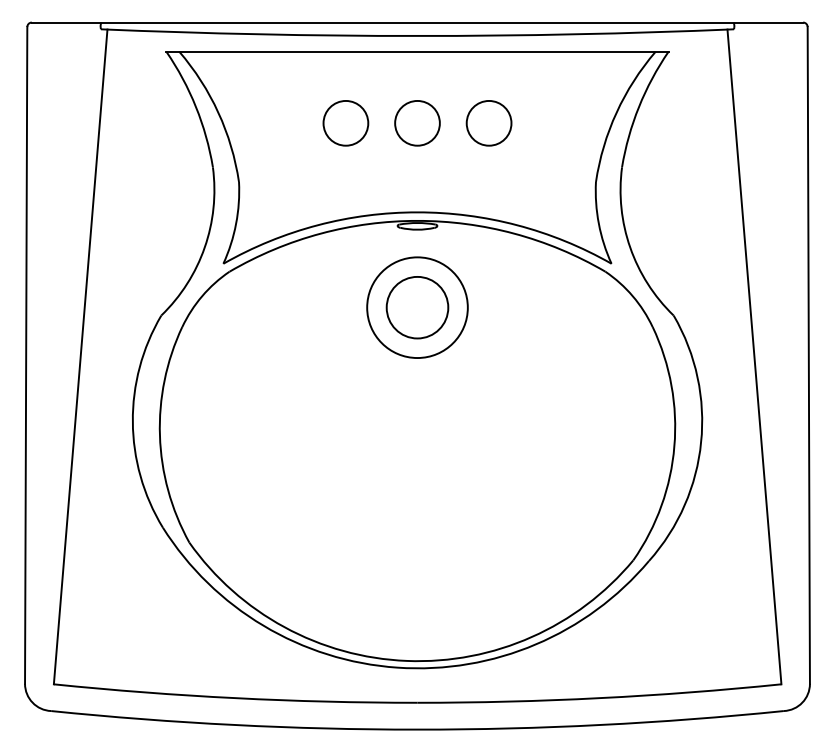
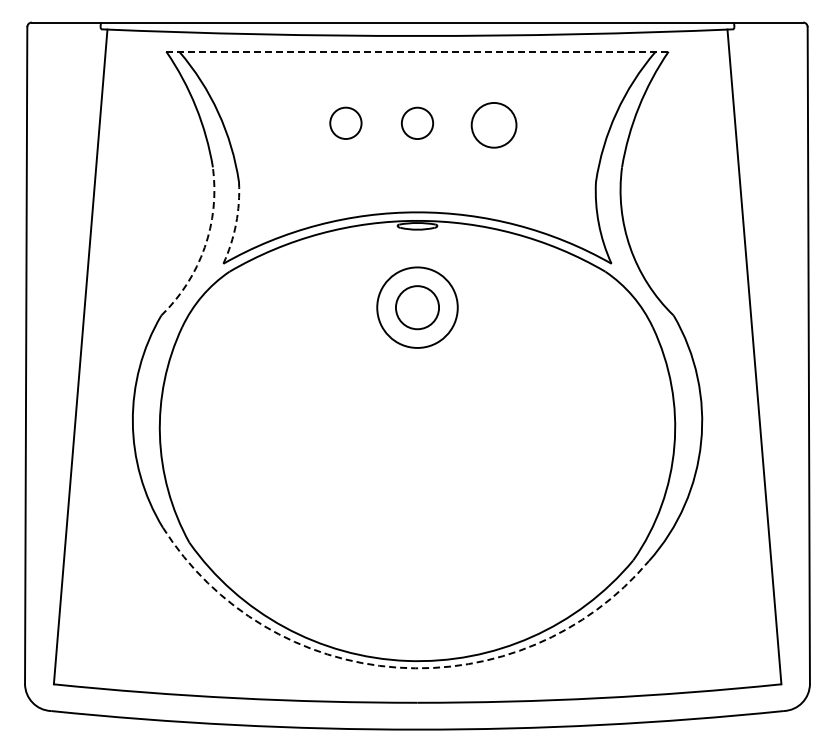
line at (418, 51): solid -> dashed
circle at (345, 122) diameter: 45 px -> 31 px
circle at (417, 123) size: 47x47 px -> 34x34 px
circle at (488, 123) position: (488, 123) -> (493, 125)
arc at (236, 223): solid -> dashed
arc at (204, 247): solid -> dashed
circle at (417, 307) diameter: 101 px -> 81 px
circle at (417, 307) diameter: 62 px -> 43 px
arc at (397, 667): solid -> dashed
